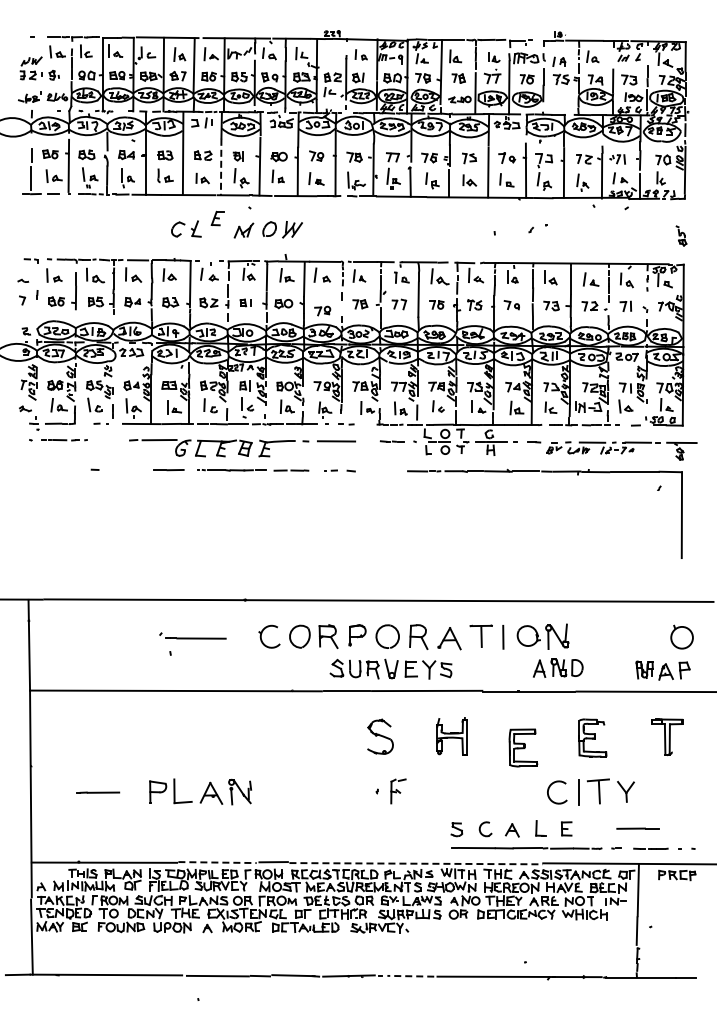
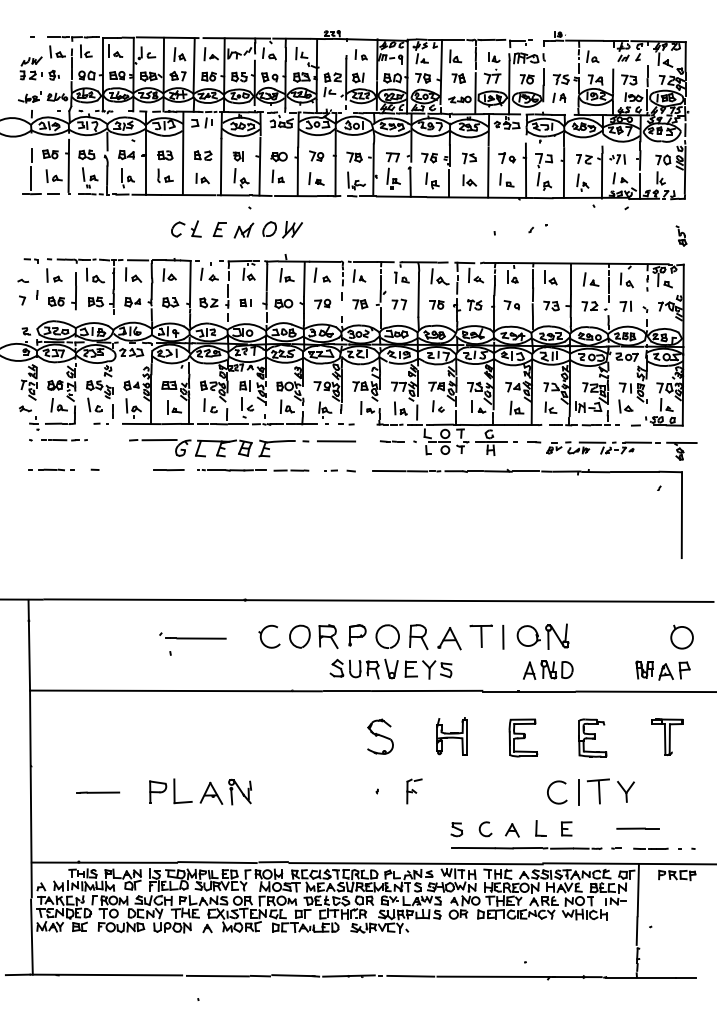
part at (559, 61) position: (559, 61) -> (559, 97)
line at (221, 167): dashed -> solid
part at (217, 218) position: (217, 218) -> (219, 229)
part at (322, 310) position: (322, 310) -> (322, 303)
part at (51, 469): none -> present
line at (389, 470): none -> present
part at (558, 667) position: (558, 667) -> (548, 669)
part at (523, 747) position: (523, 747) -> (523, 737)
part at (398, 791) position: (398, 791) -> (414, 791)
line at (218, 862): dashed -> solid
line at (416, 863): dashed -> solid
line at (410, 976): dashed -> solid
